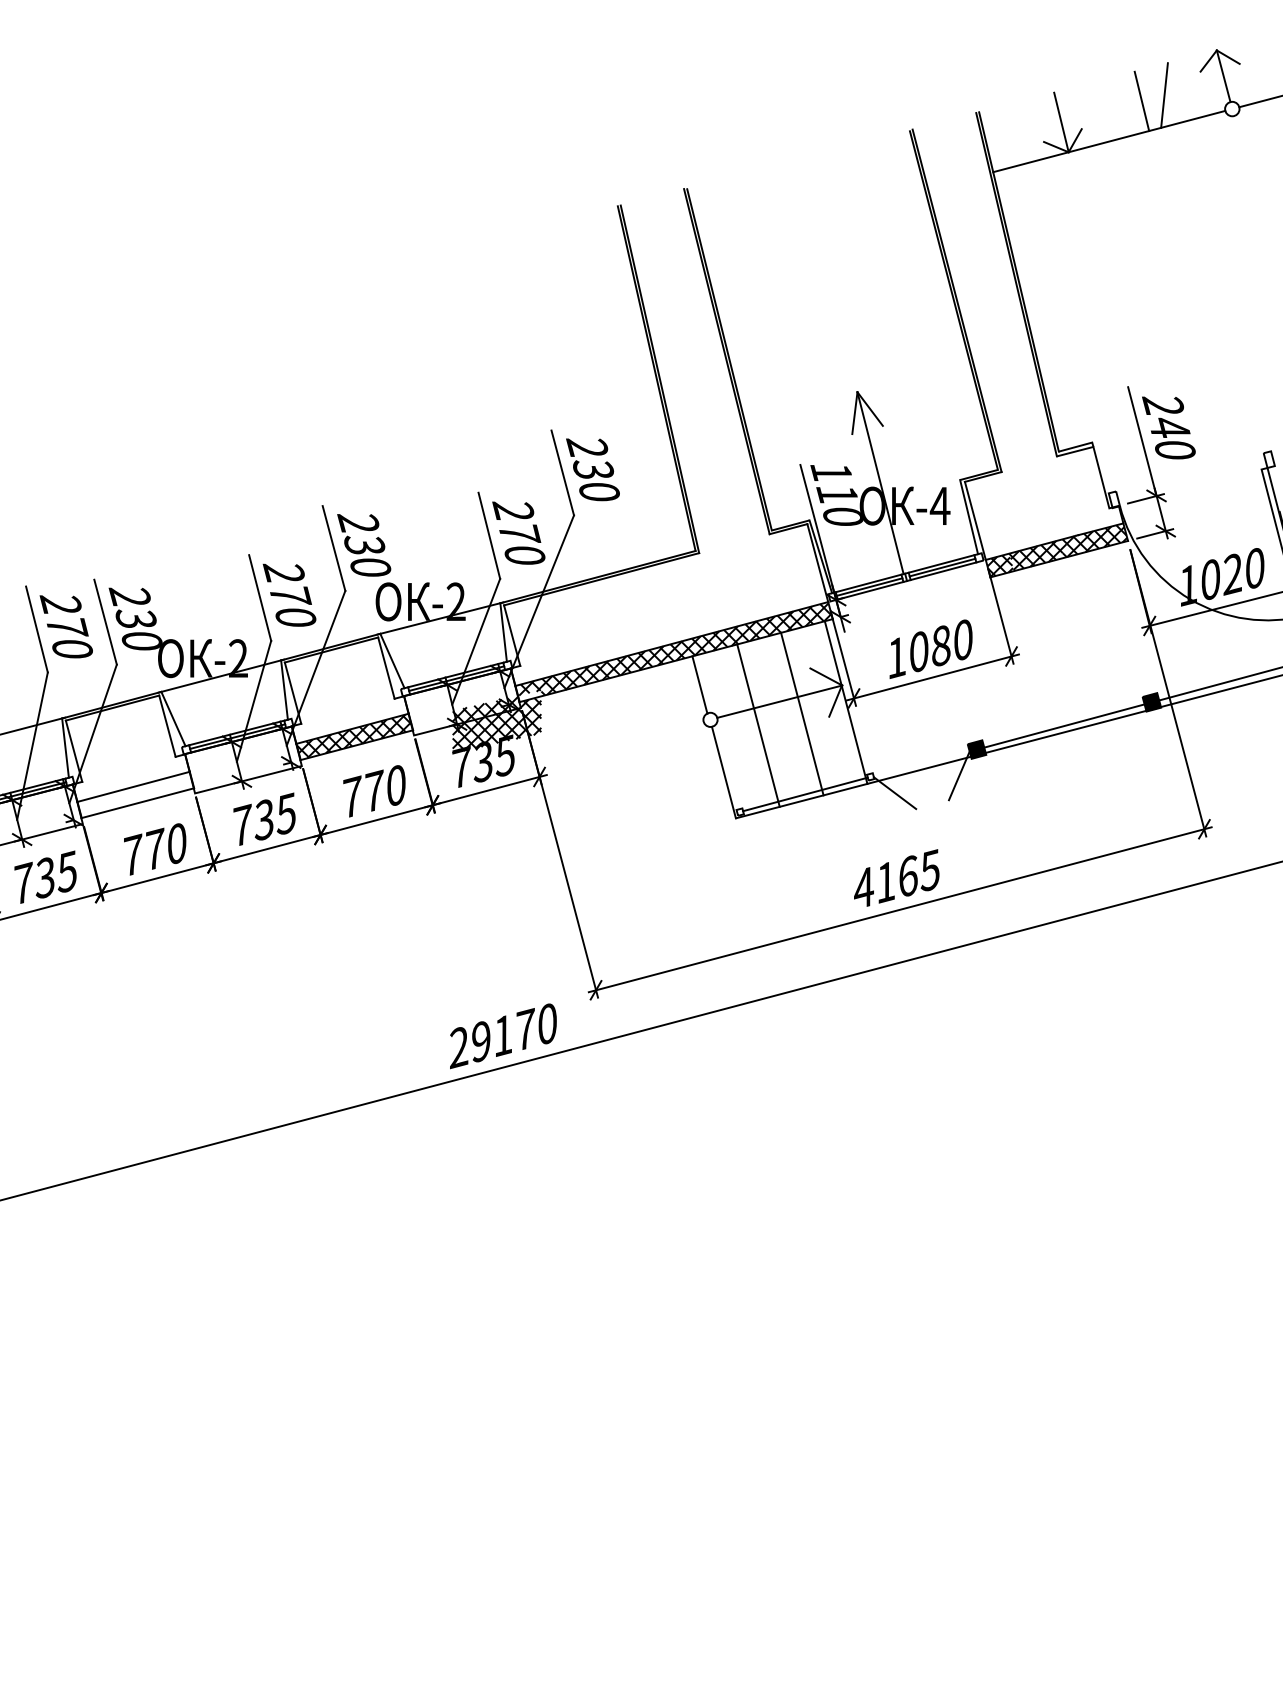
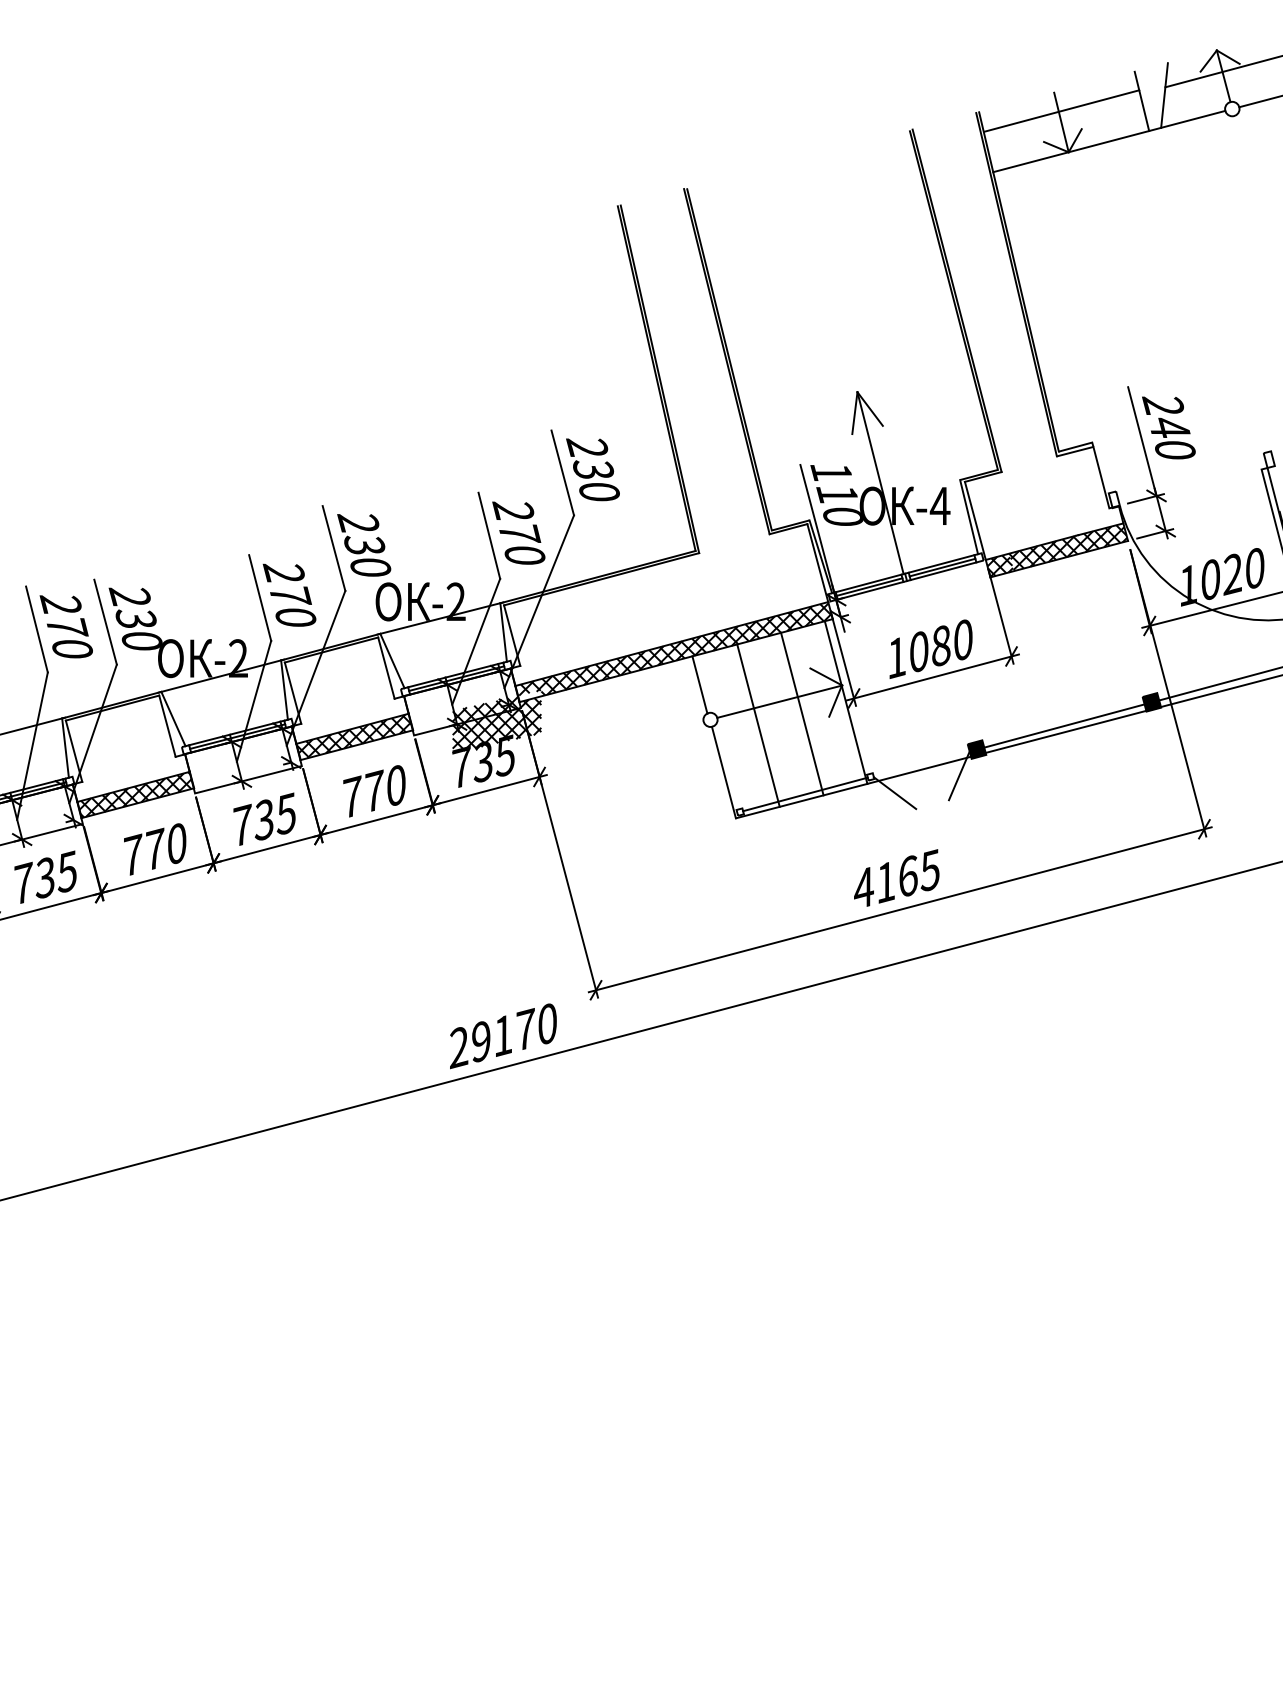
line at (1222, 71): none -> present
line at (1061, 110): none -> present
hatch at (135, 794): none -> present
